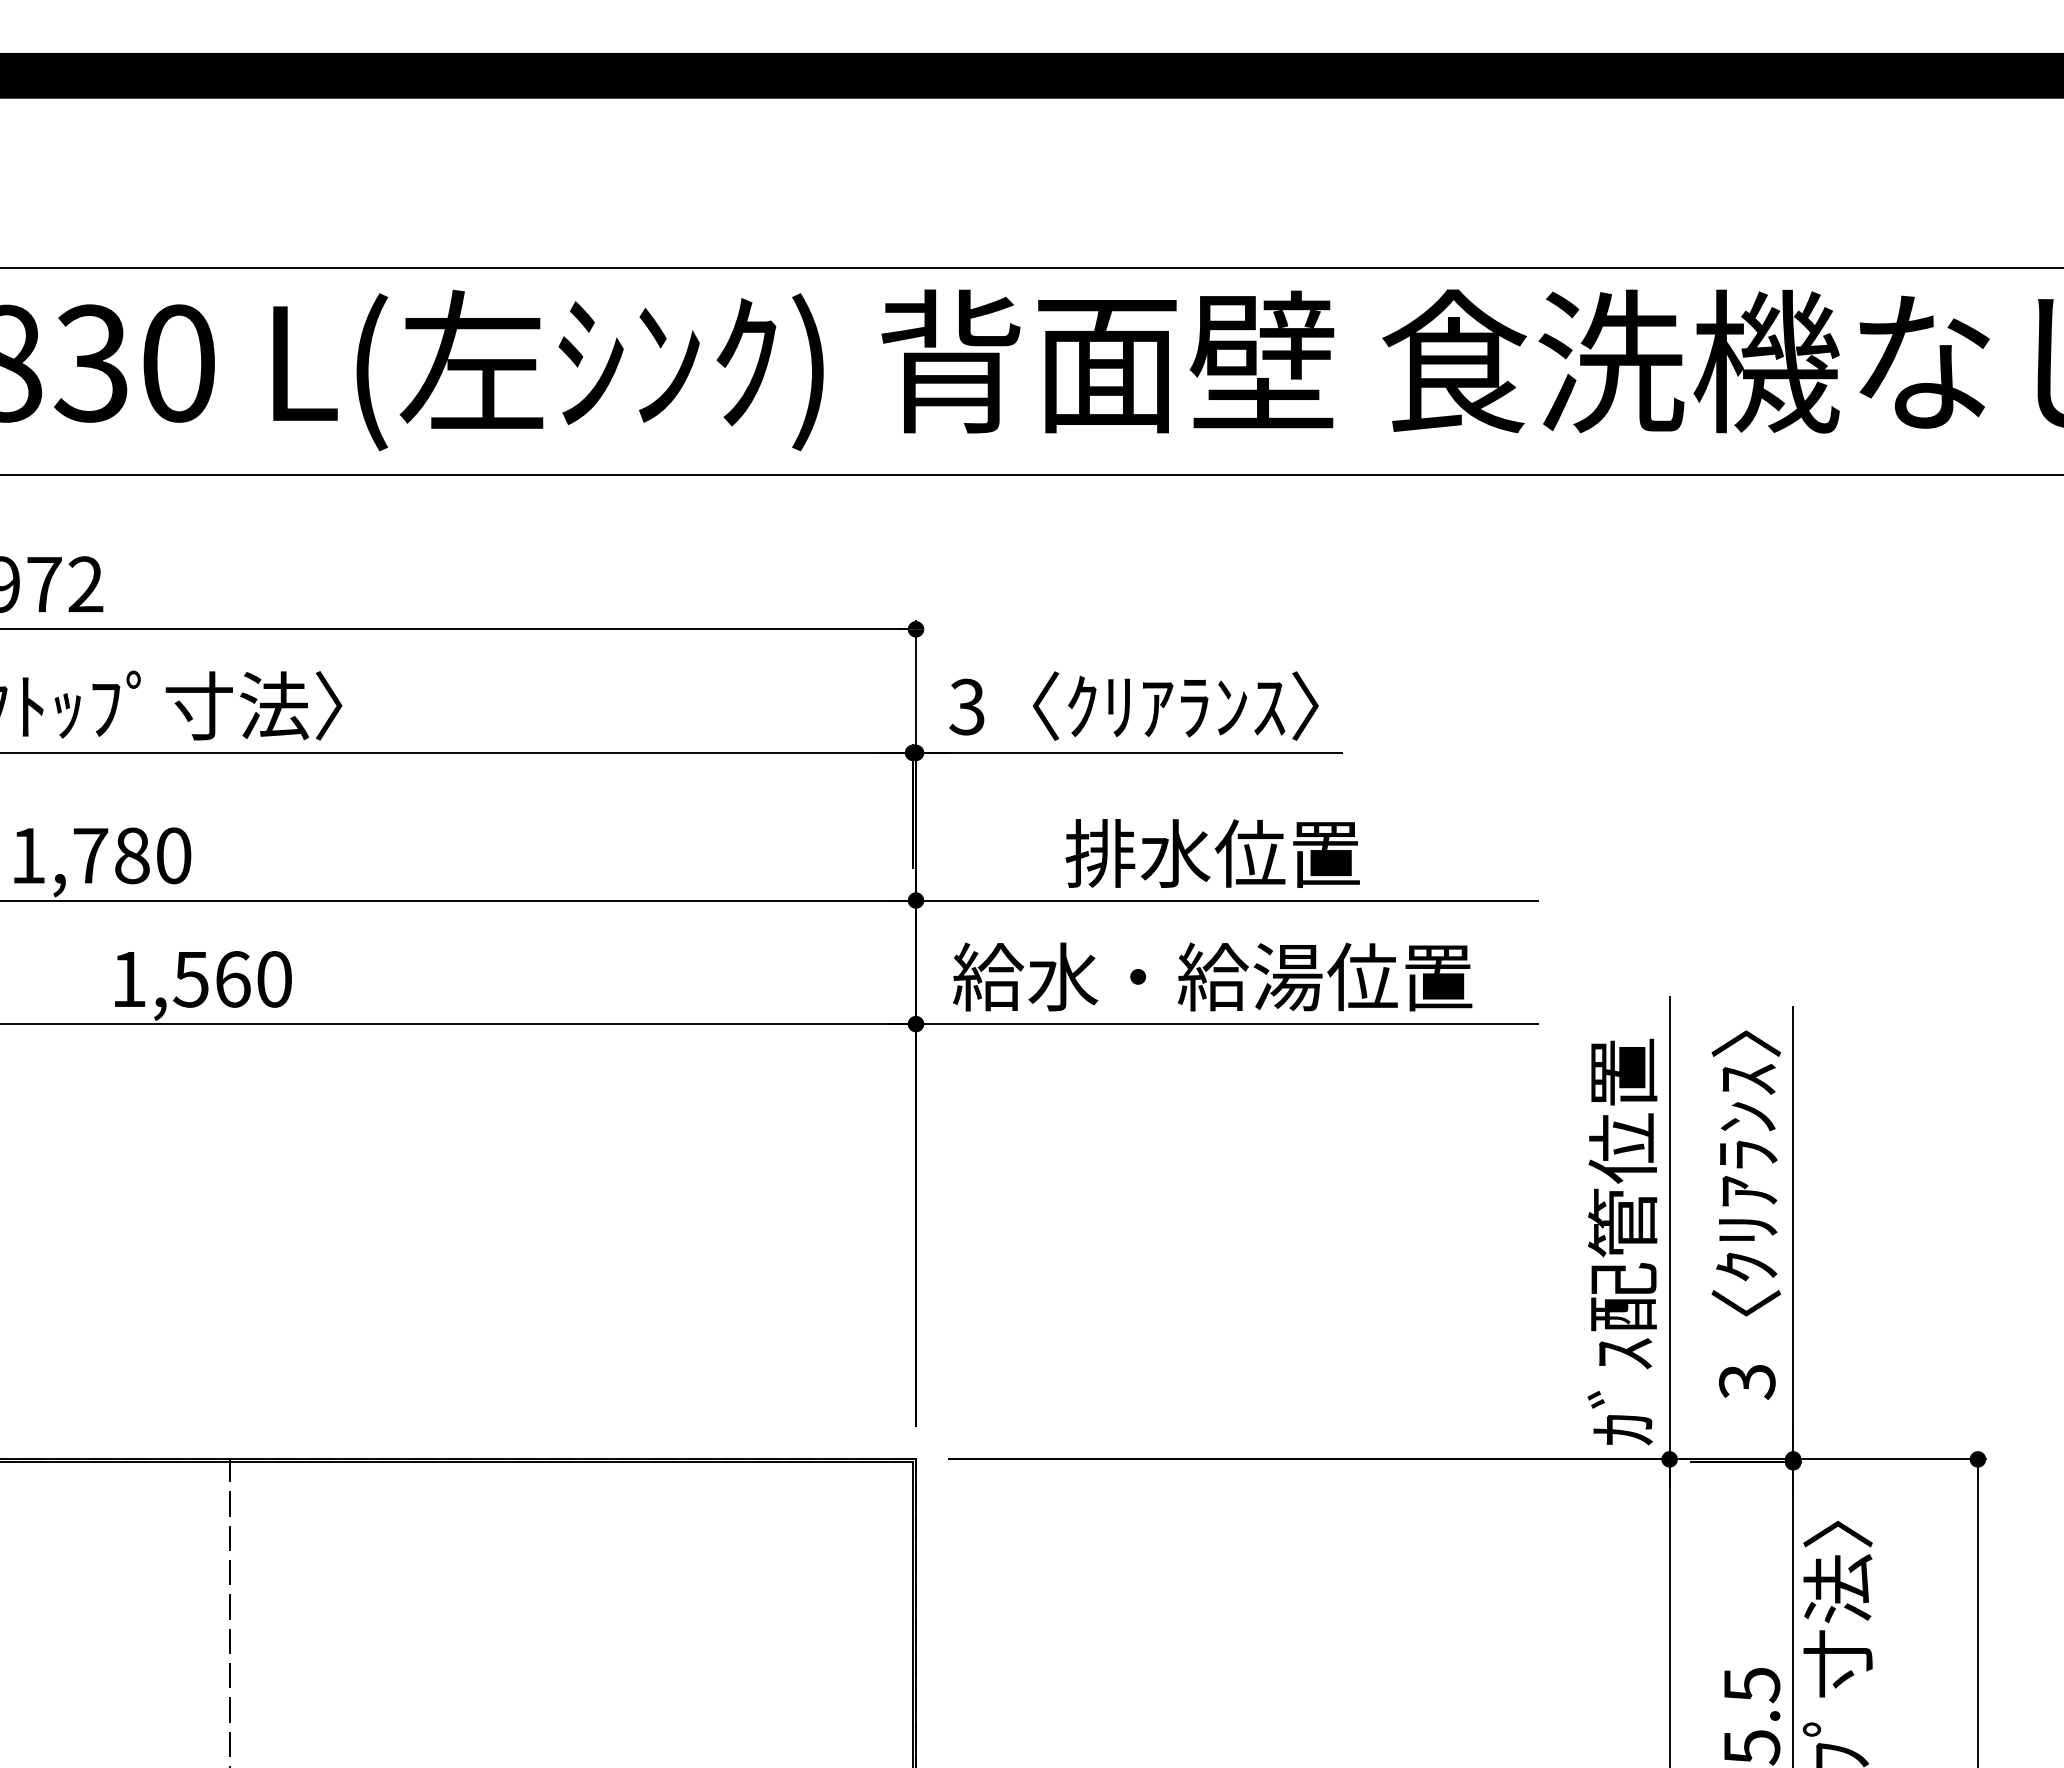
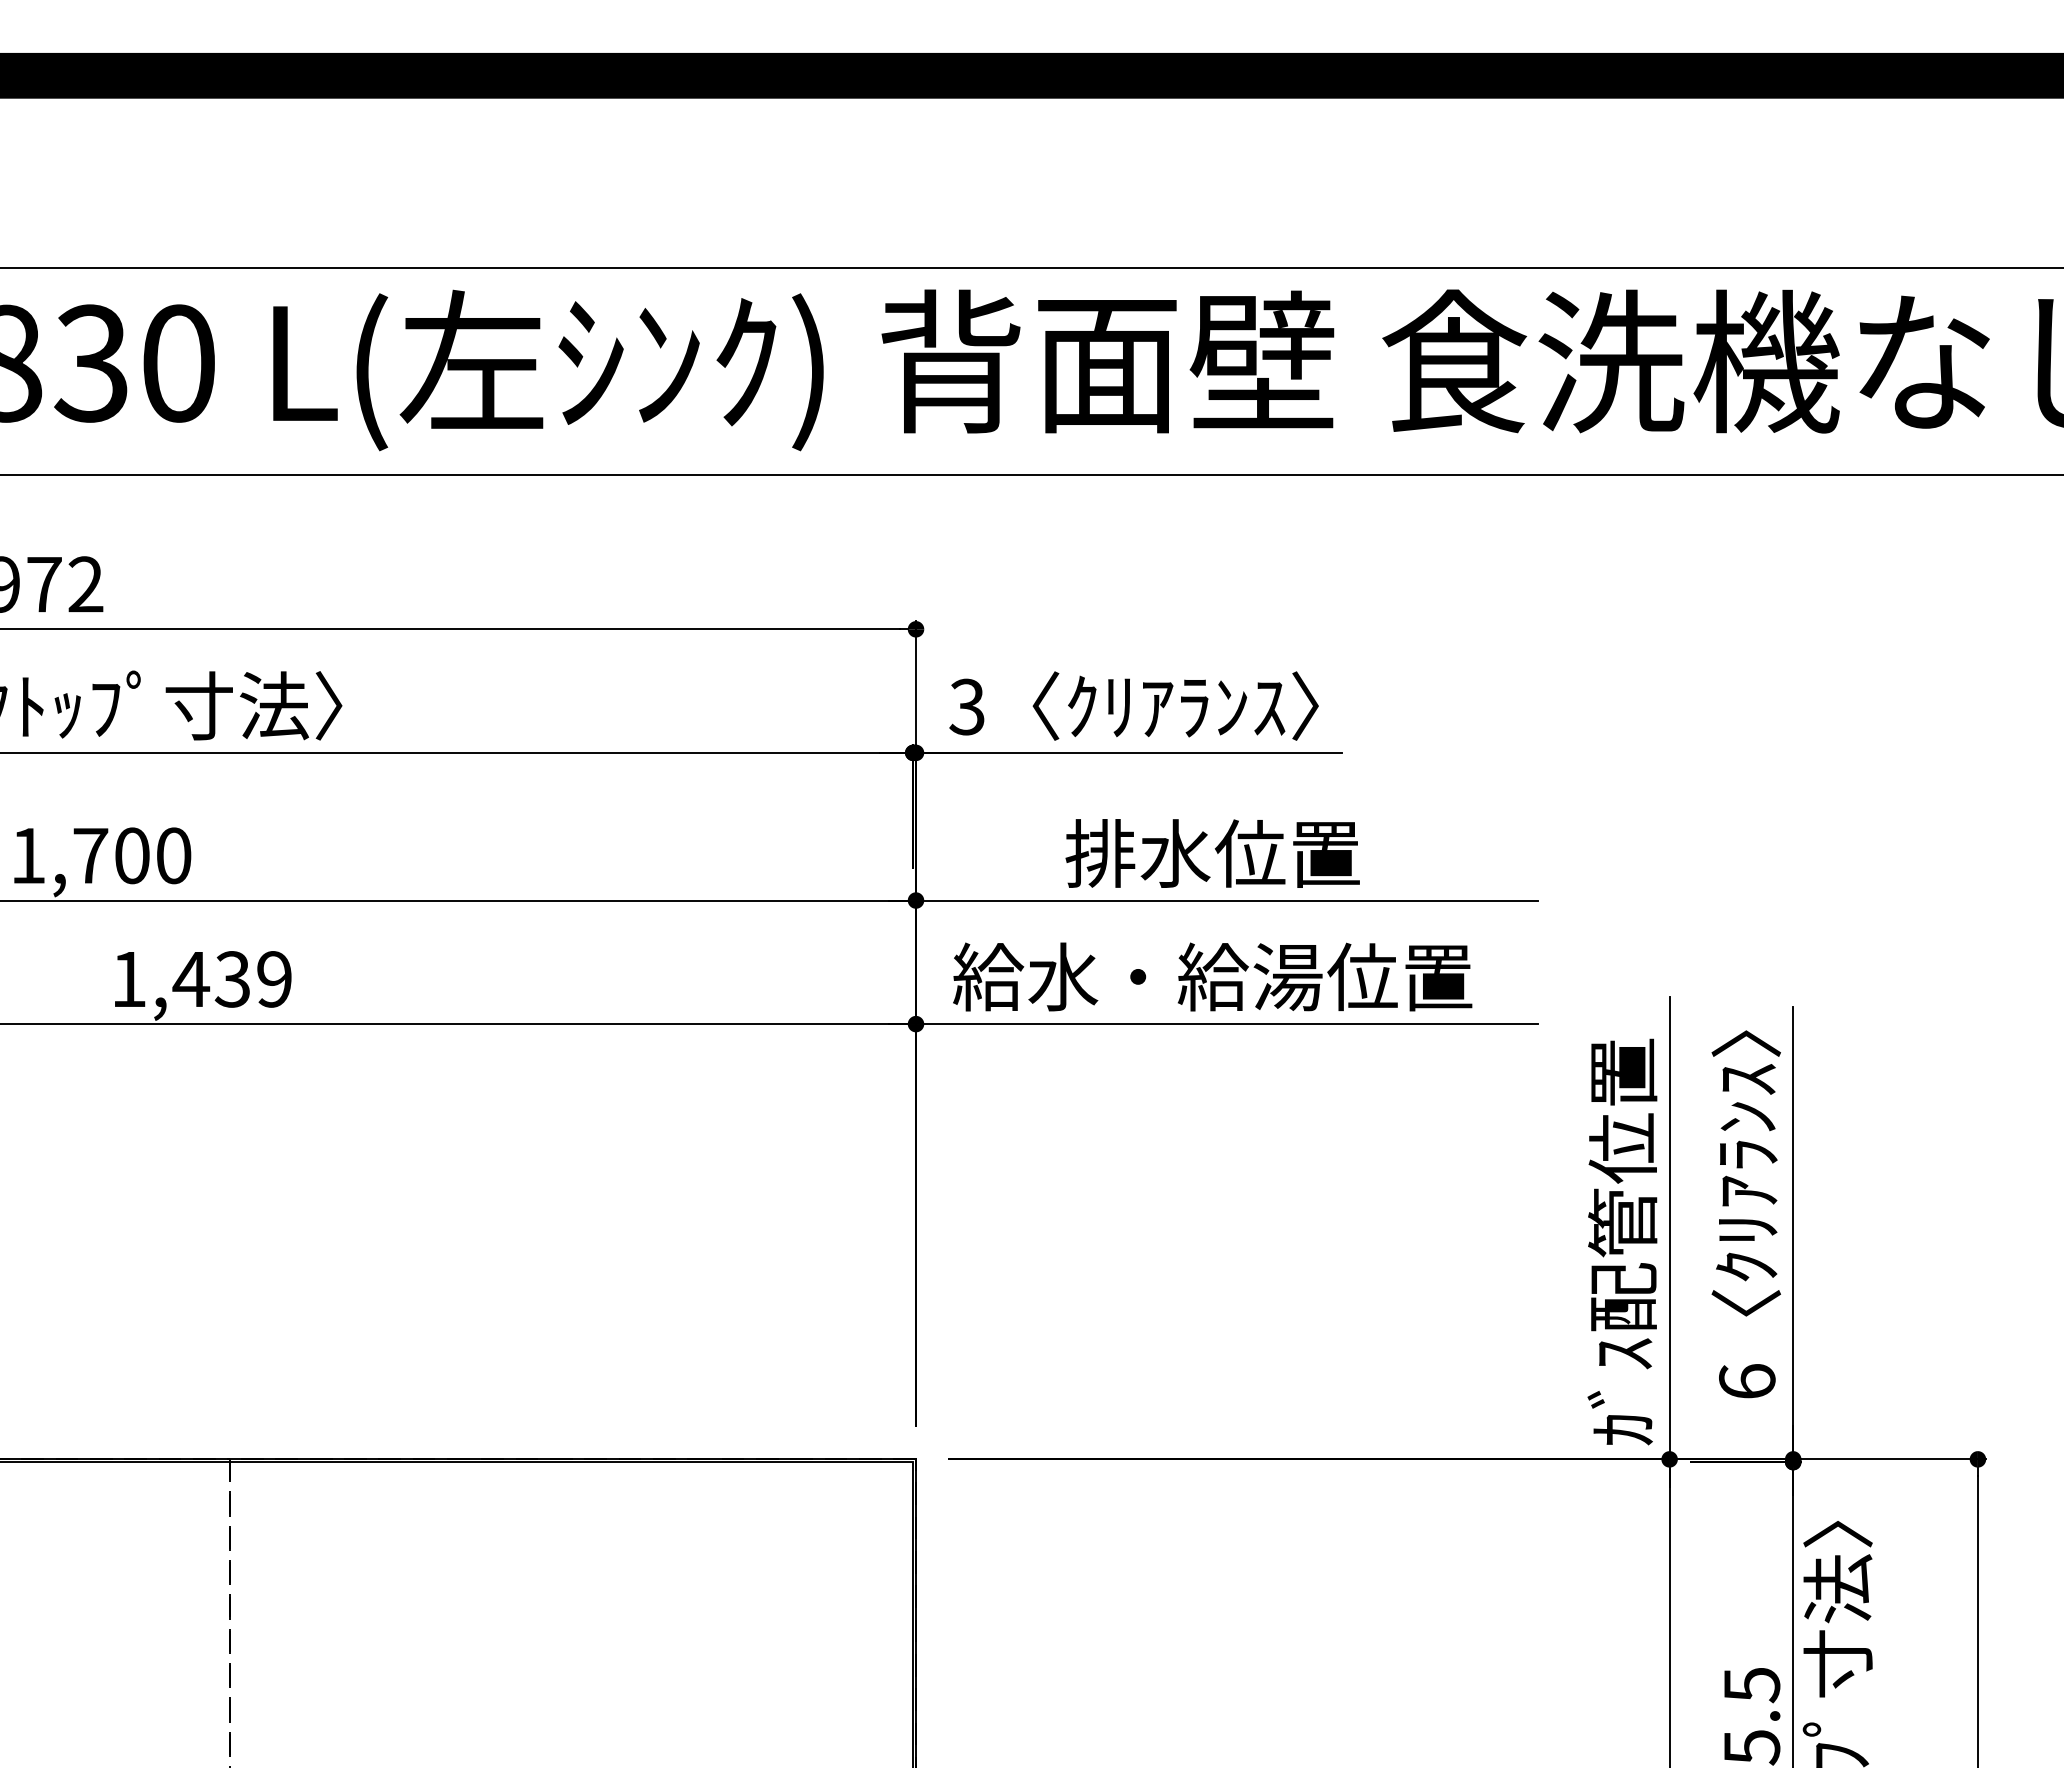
text at (132, 855): 1,780 -> 1,700
text at (231, 979): 1,560 -> 1,439
text at (1747, 1381): 3 -> 6
